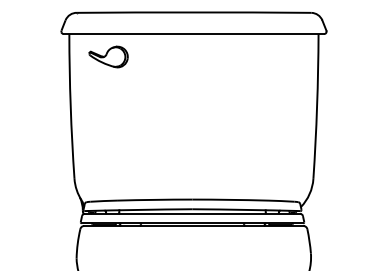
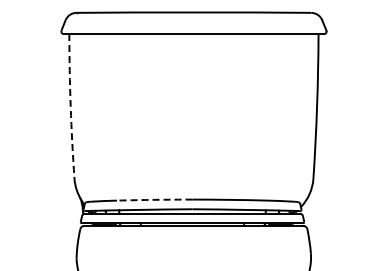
part at (108, 56): present -> none
arc at (70, 106): solid -> dashed
arc at (154, 199): solid -> dashed
